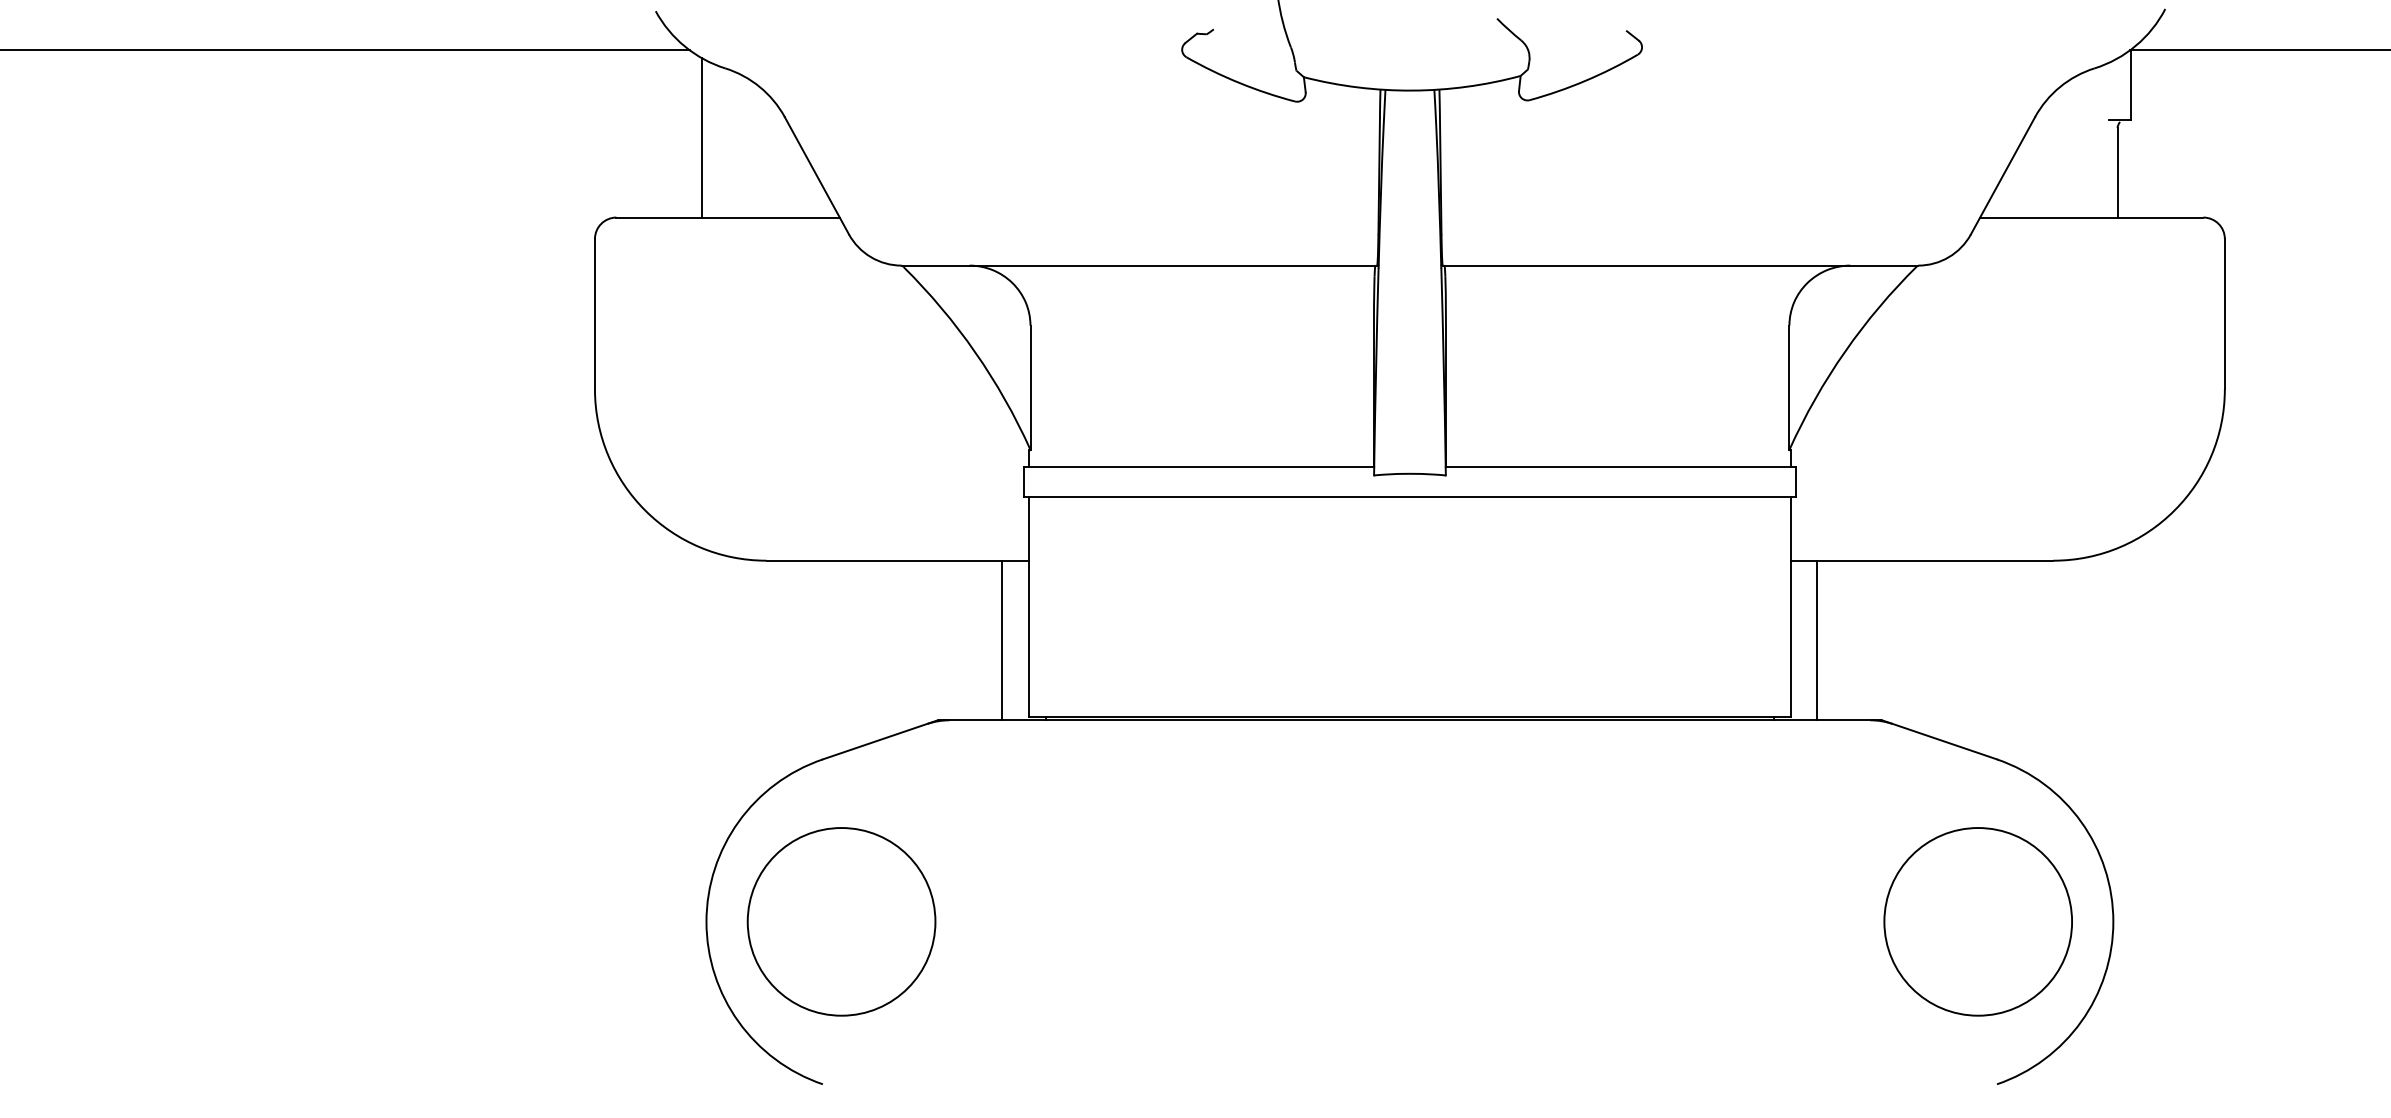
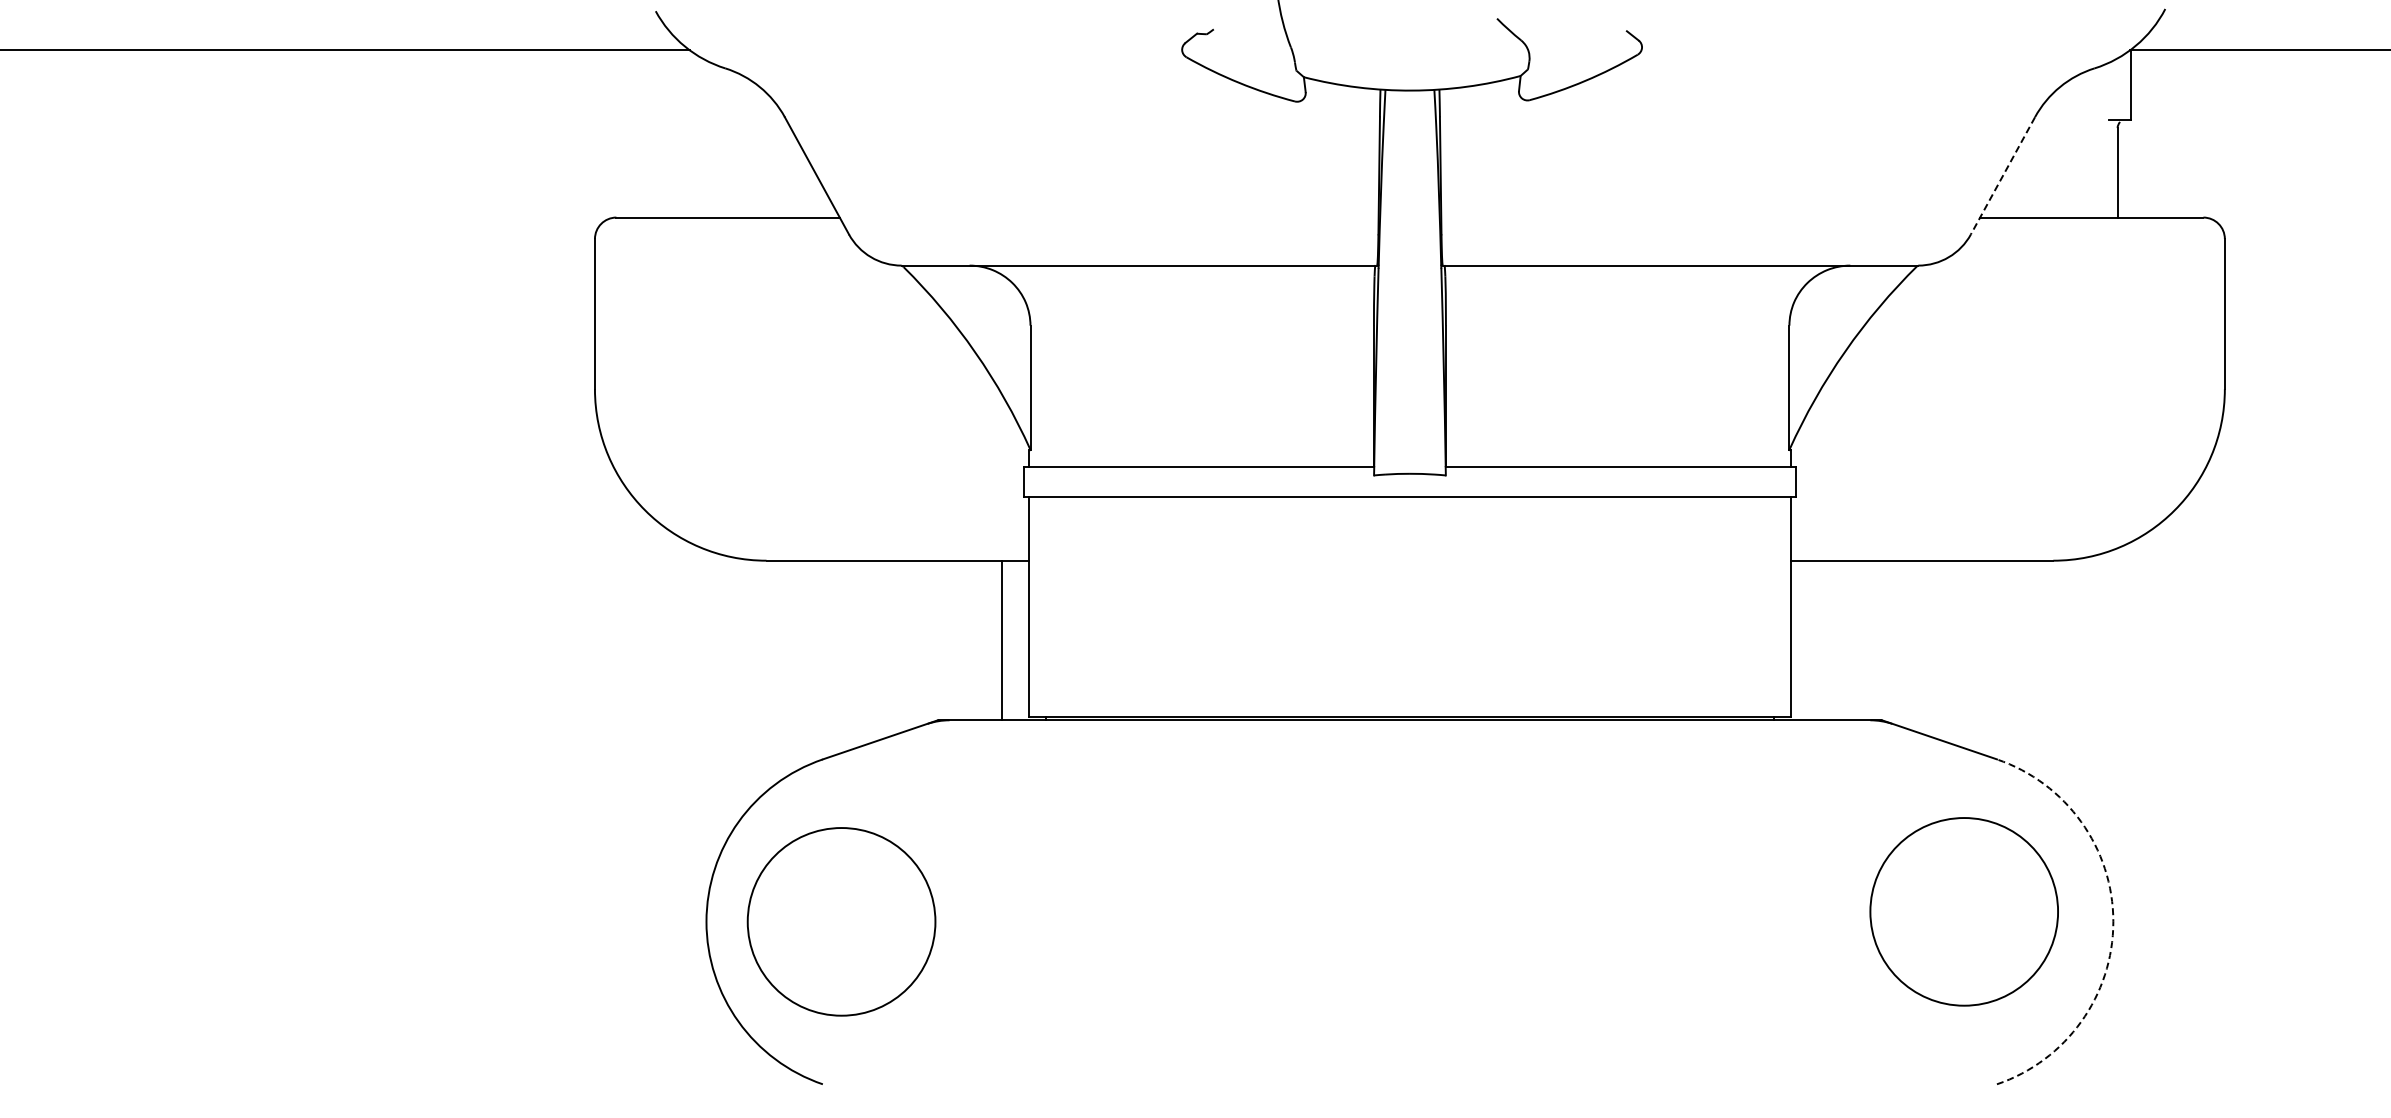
line at (702, 137): present -> none
line at (2002, 175): solid -> dashed
line at (1817, 640): present -> none
circle at (1977, 921) position: (1977, 921) -> (1963, 911)
arc at (2113, 921): solid -> dashed
